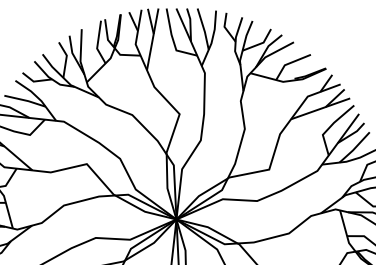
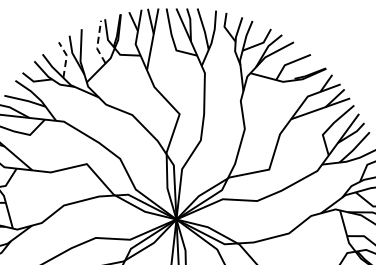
line at (97, 43): solid -> dashed
line at (66, 58): solid -> dashed
